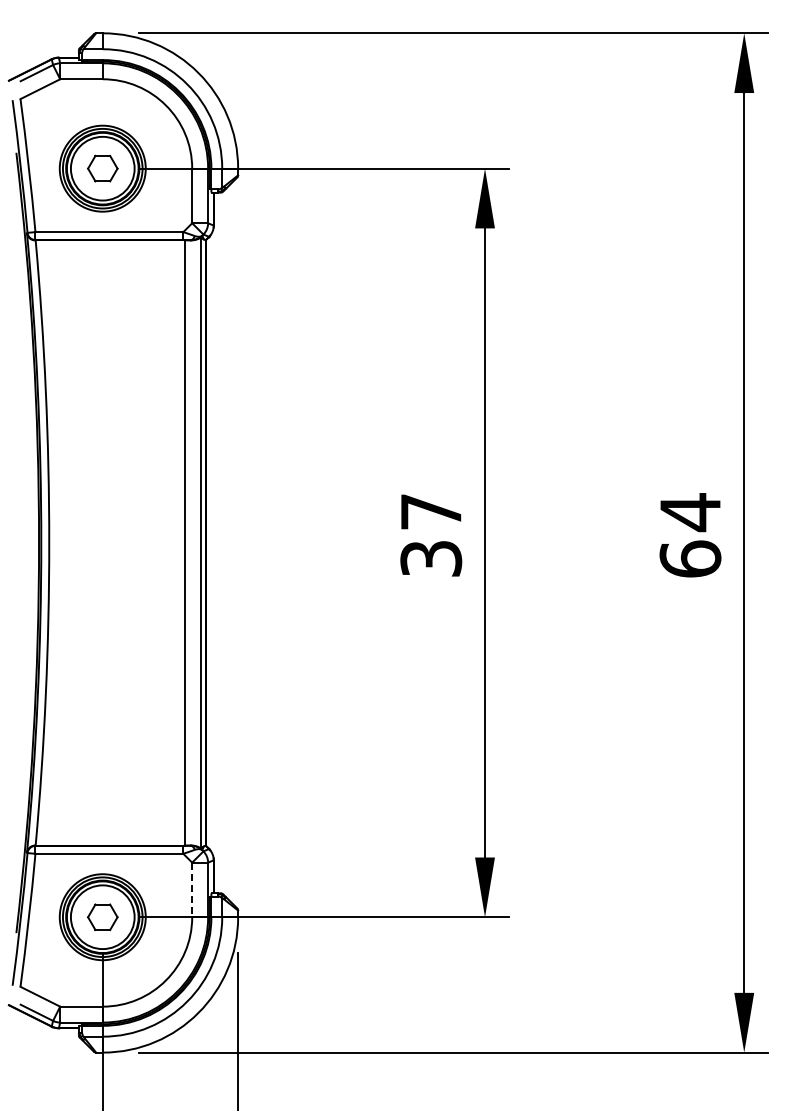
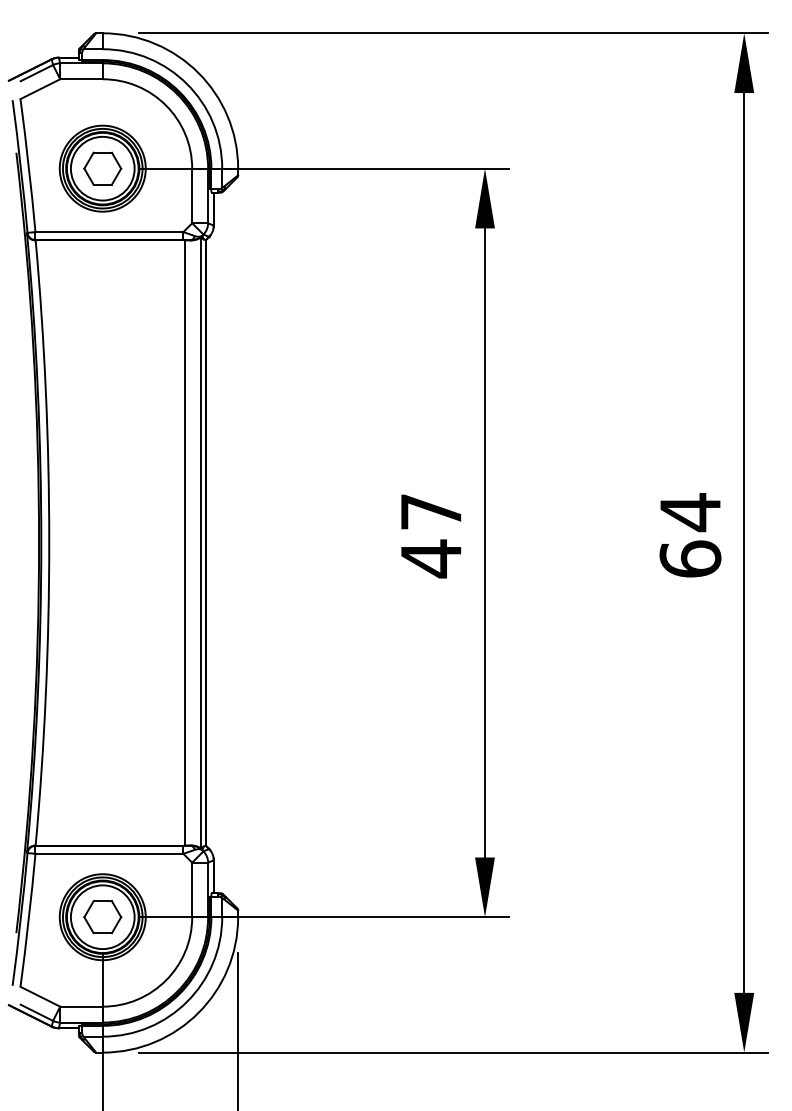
part at (102, 168) size: 32x29 px -> 40x35 px
text at (431, 558): 37 -> 47
line at (192, 890): dashed -> solid
part at (102, 917) size: 32x29 px -> 40x35 px
